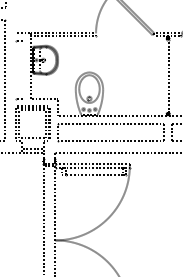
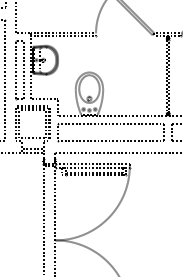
line at (16, 17): none -> present
line at (16, 69): none -> present
line at (23, 69): none -> present
line at (166, 75): none -> present
line at (93, 173): none -> present
